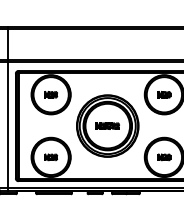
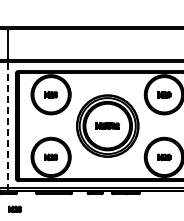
line at (8, 124): solid -> dashed
part at (15, 209): none -> present
